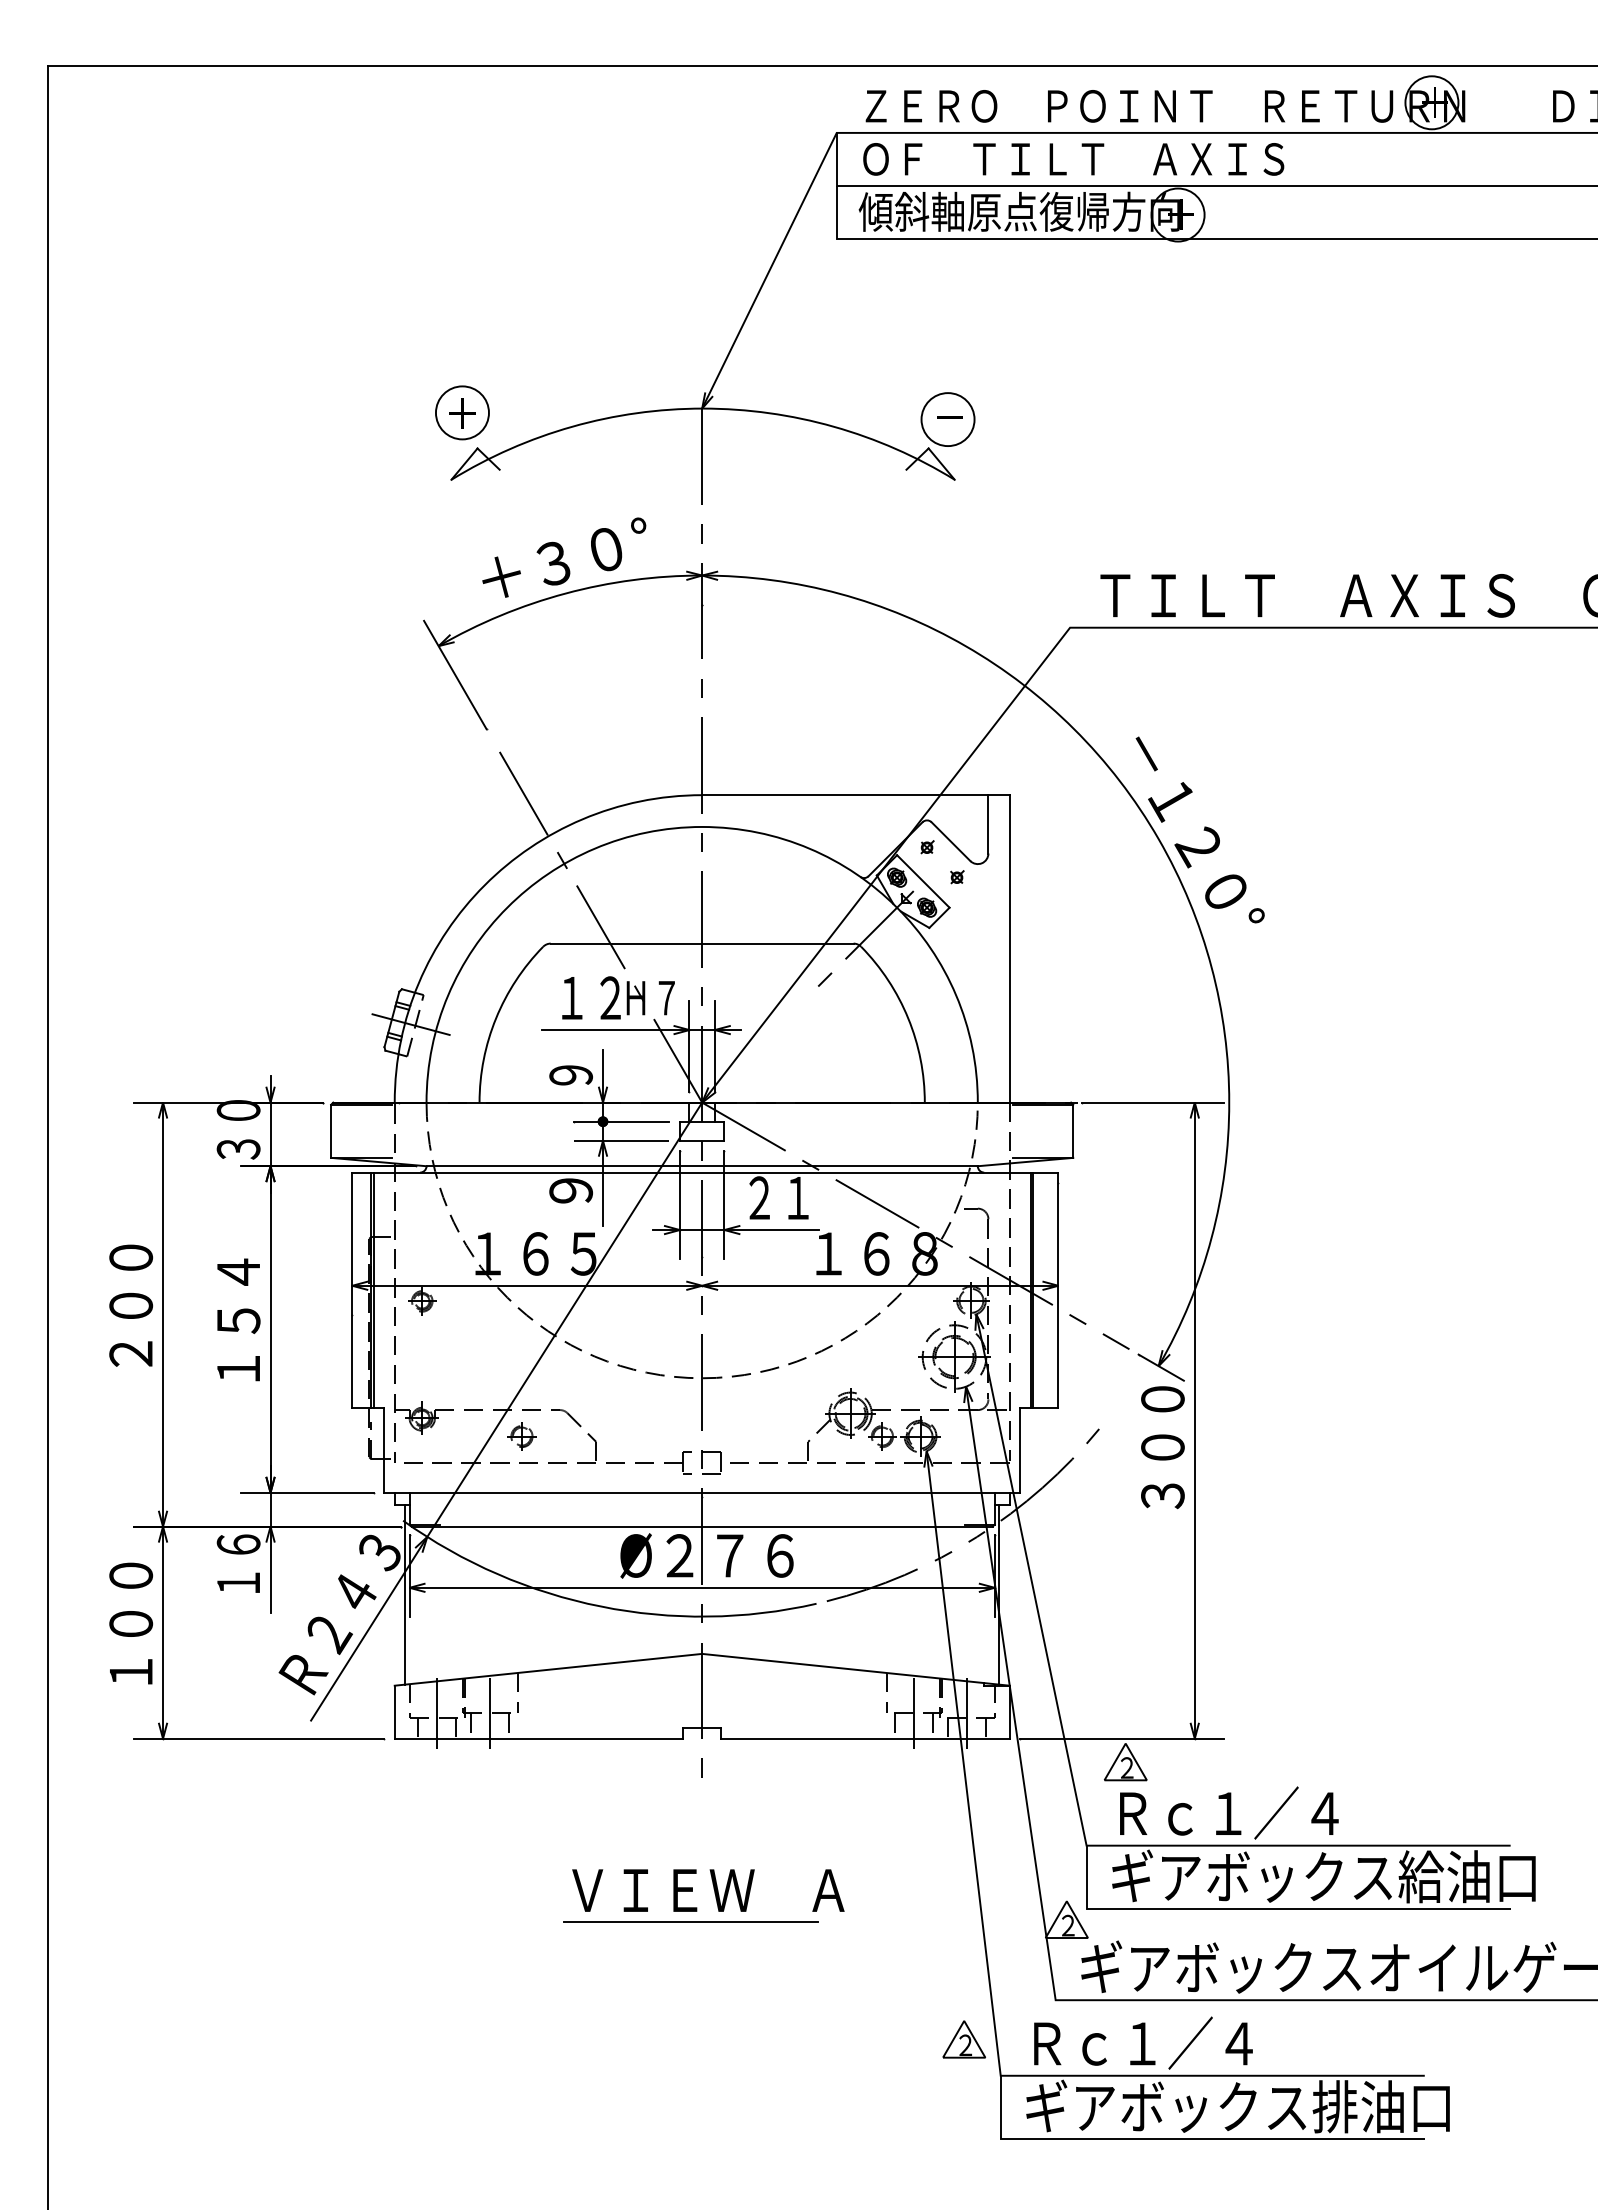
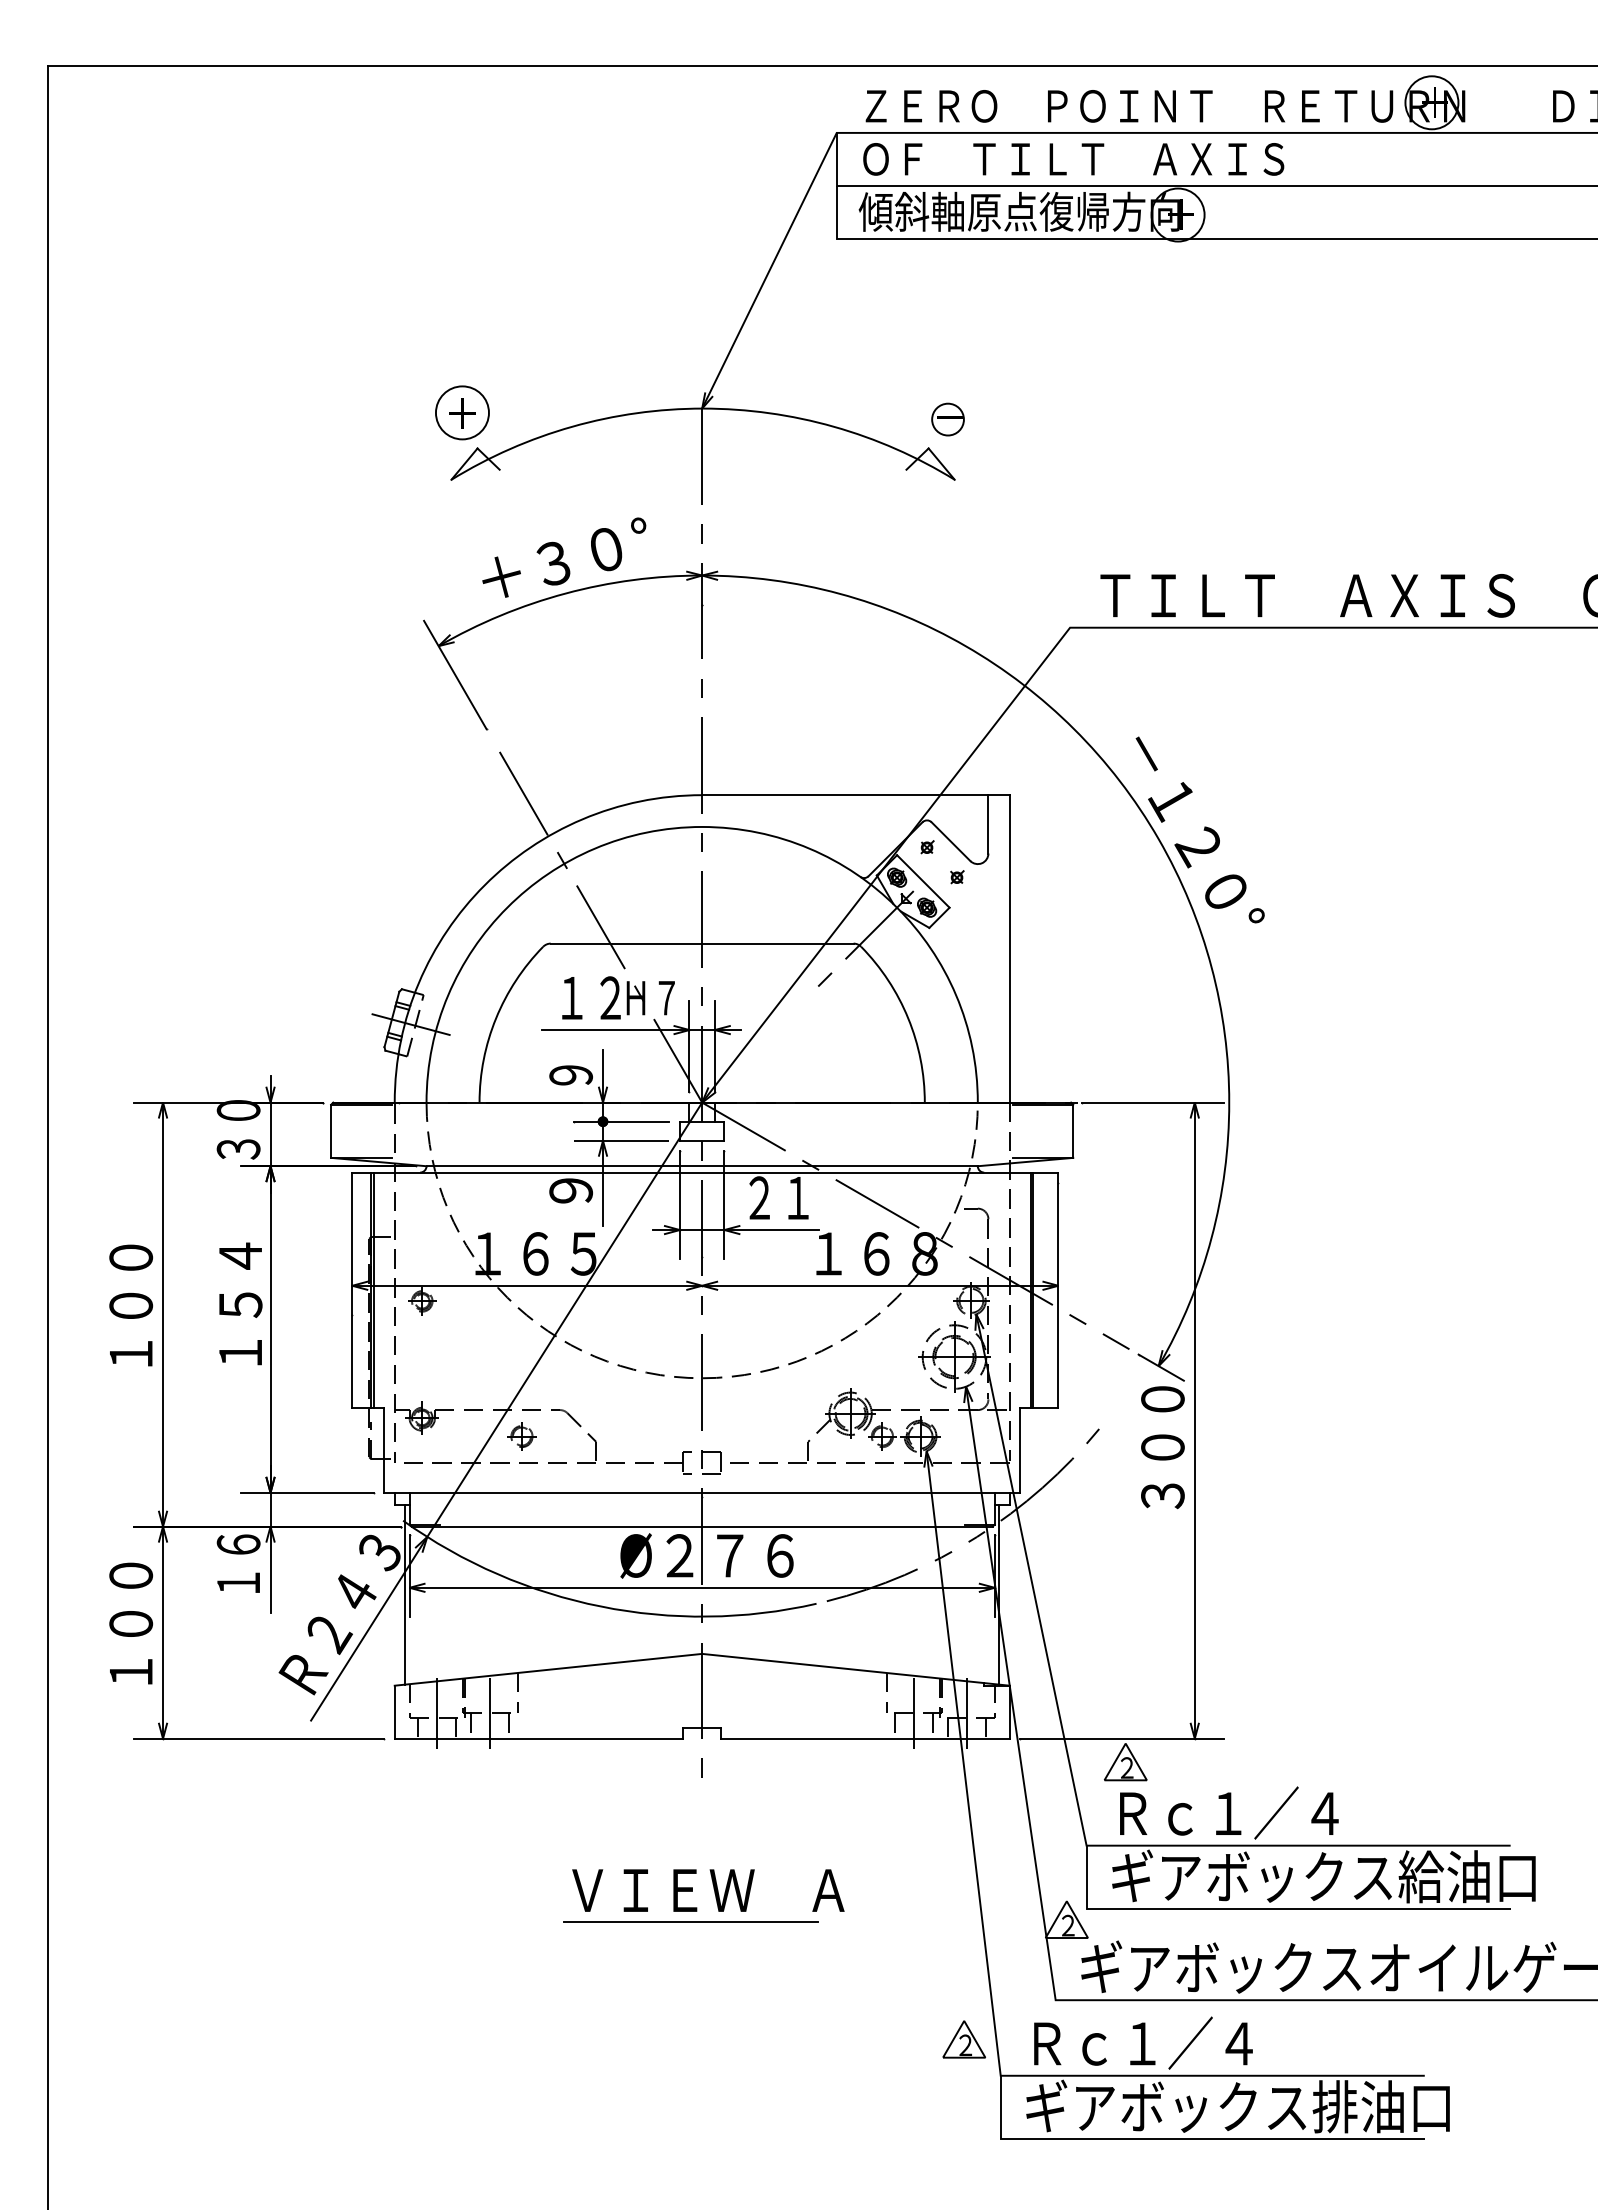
circle at (947, 419) diameter: 53 px -> 32 px
text at (238, 1319) position: (238, 1319) -> (240, 1303)
text at (130, 1353): ２００ -> １００
